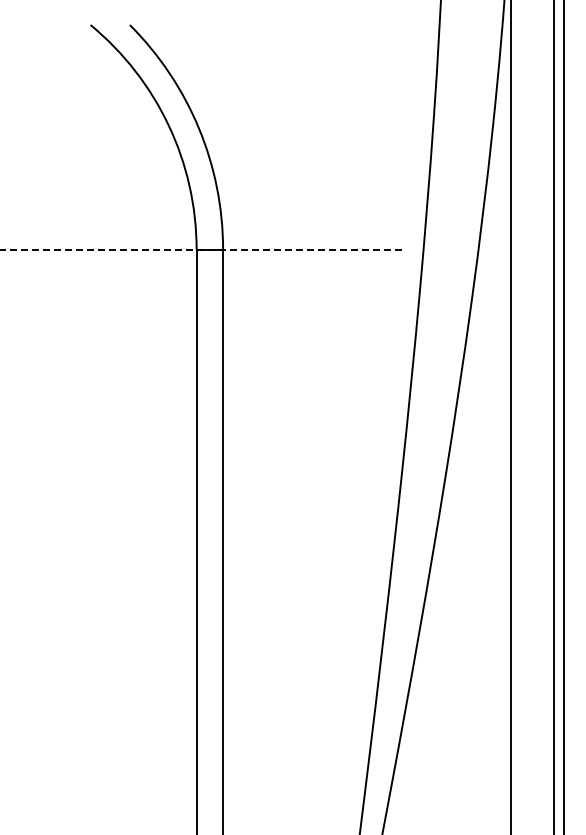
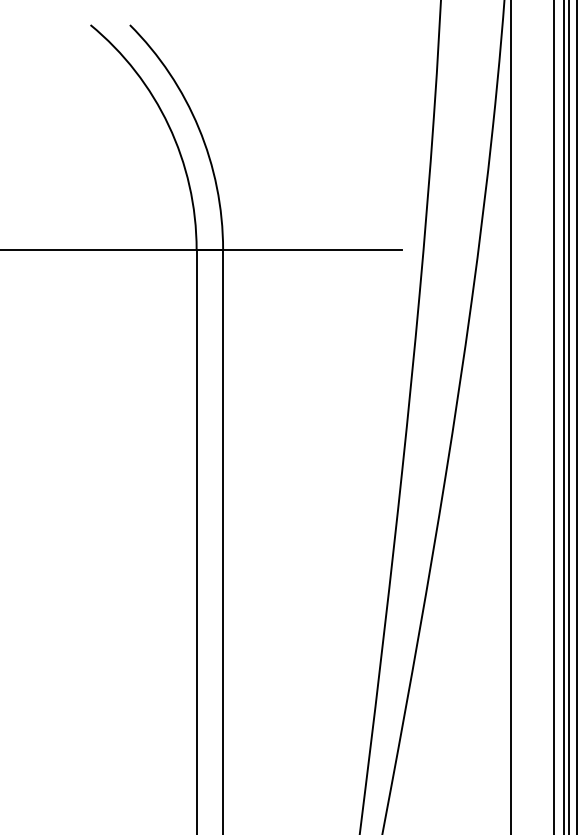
line at (200, 249): dashed -> solid
line at (568, 416): none -> present
line at (577, 416): none -> present
